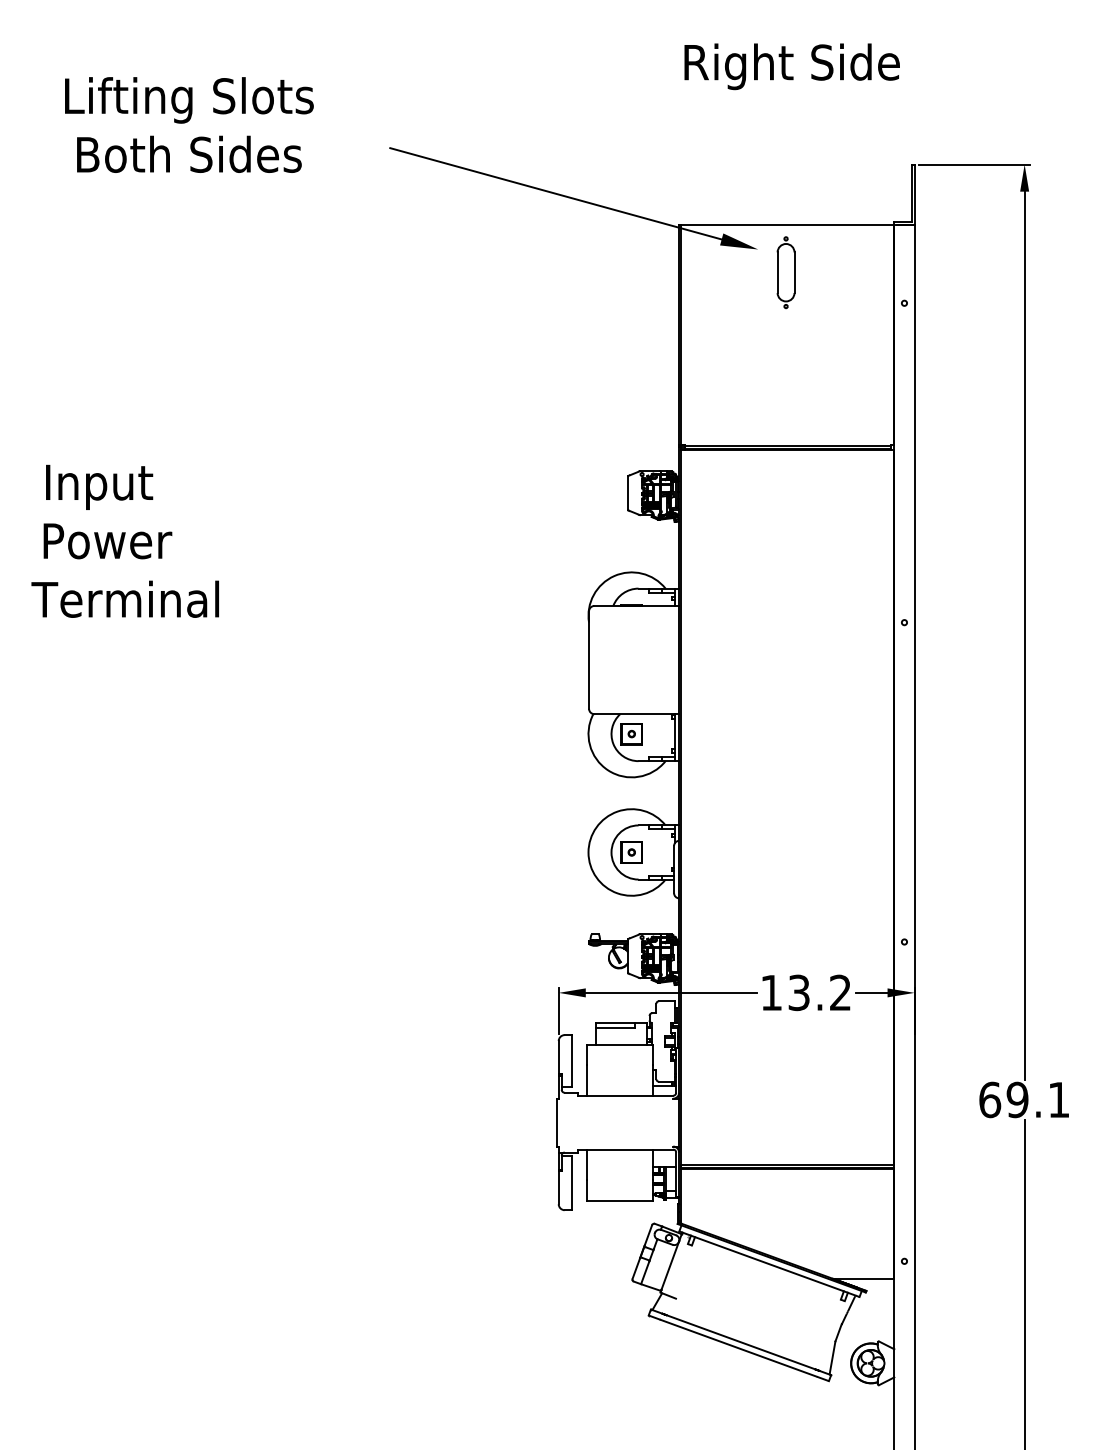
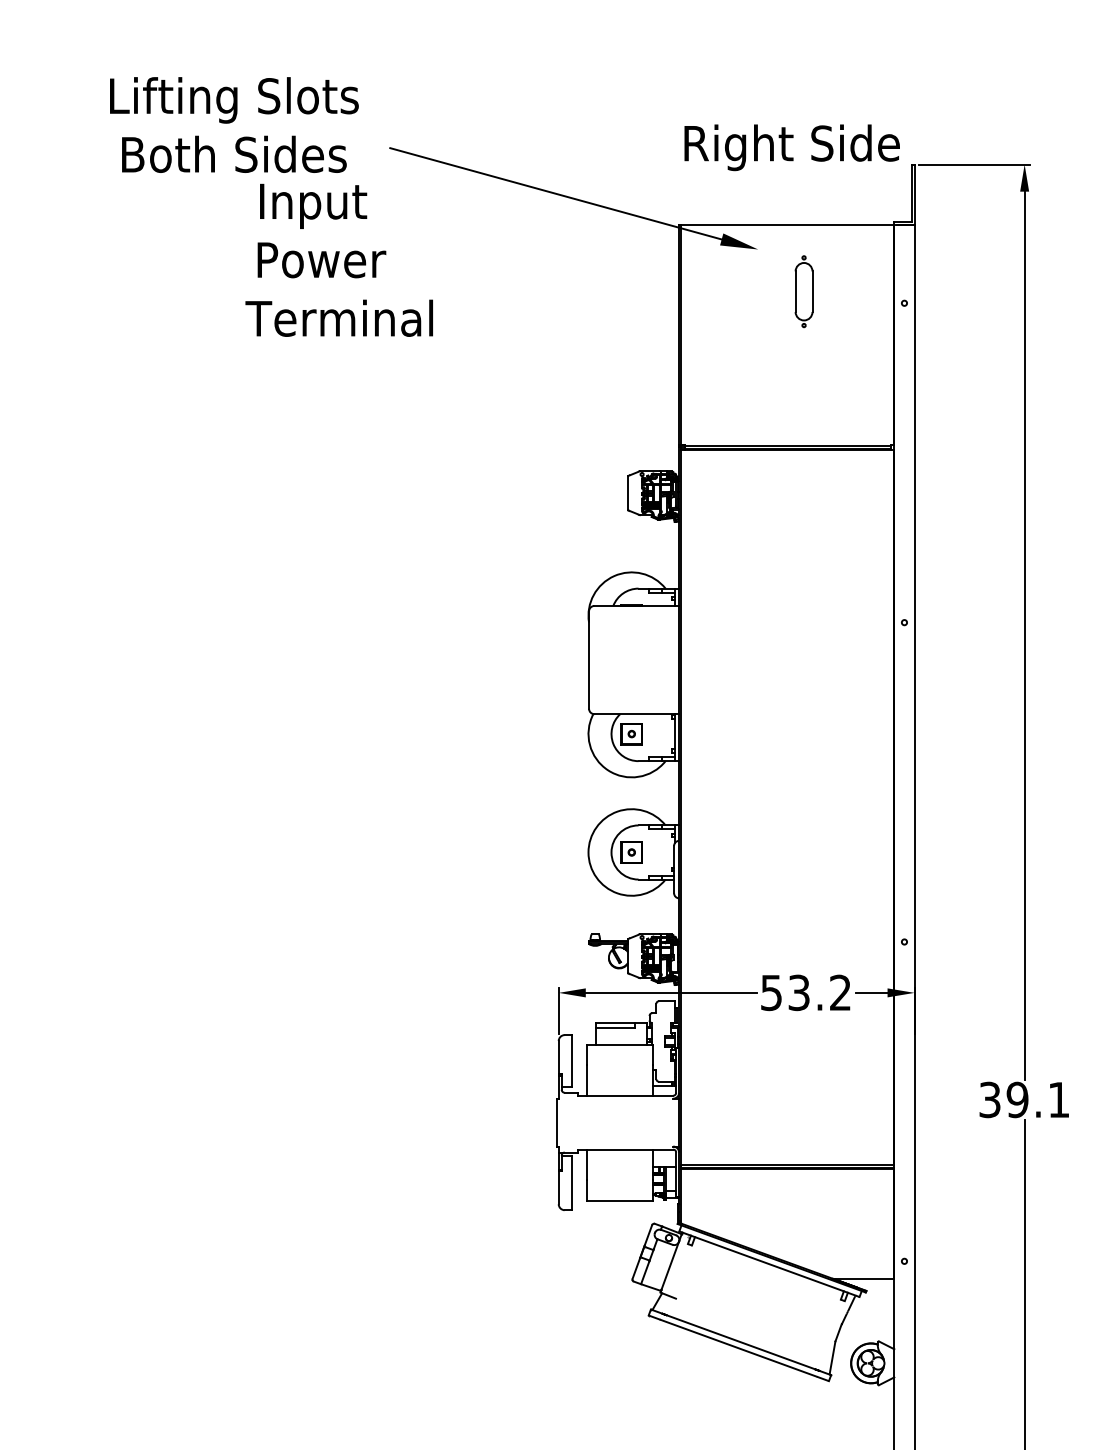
text at (791, 66) position: (791, 66) -> (791, 147)
text at (189, 124) position: (189, 124) -> (234, 124)
part at (785, 272) position: (785, 272) -> (803, 291)
text at (124, 540) position: (124, 540) -> (338, 259)
text at (771, 993): 13.2 -> 53.2
text at (990, 1099): 69.1 -> 39.1
